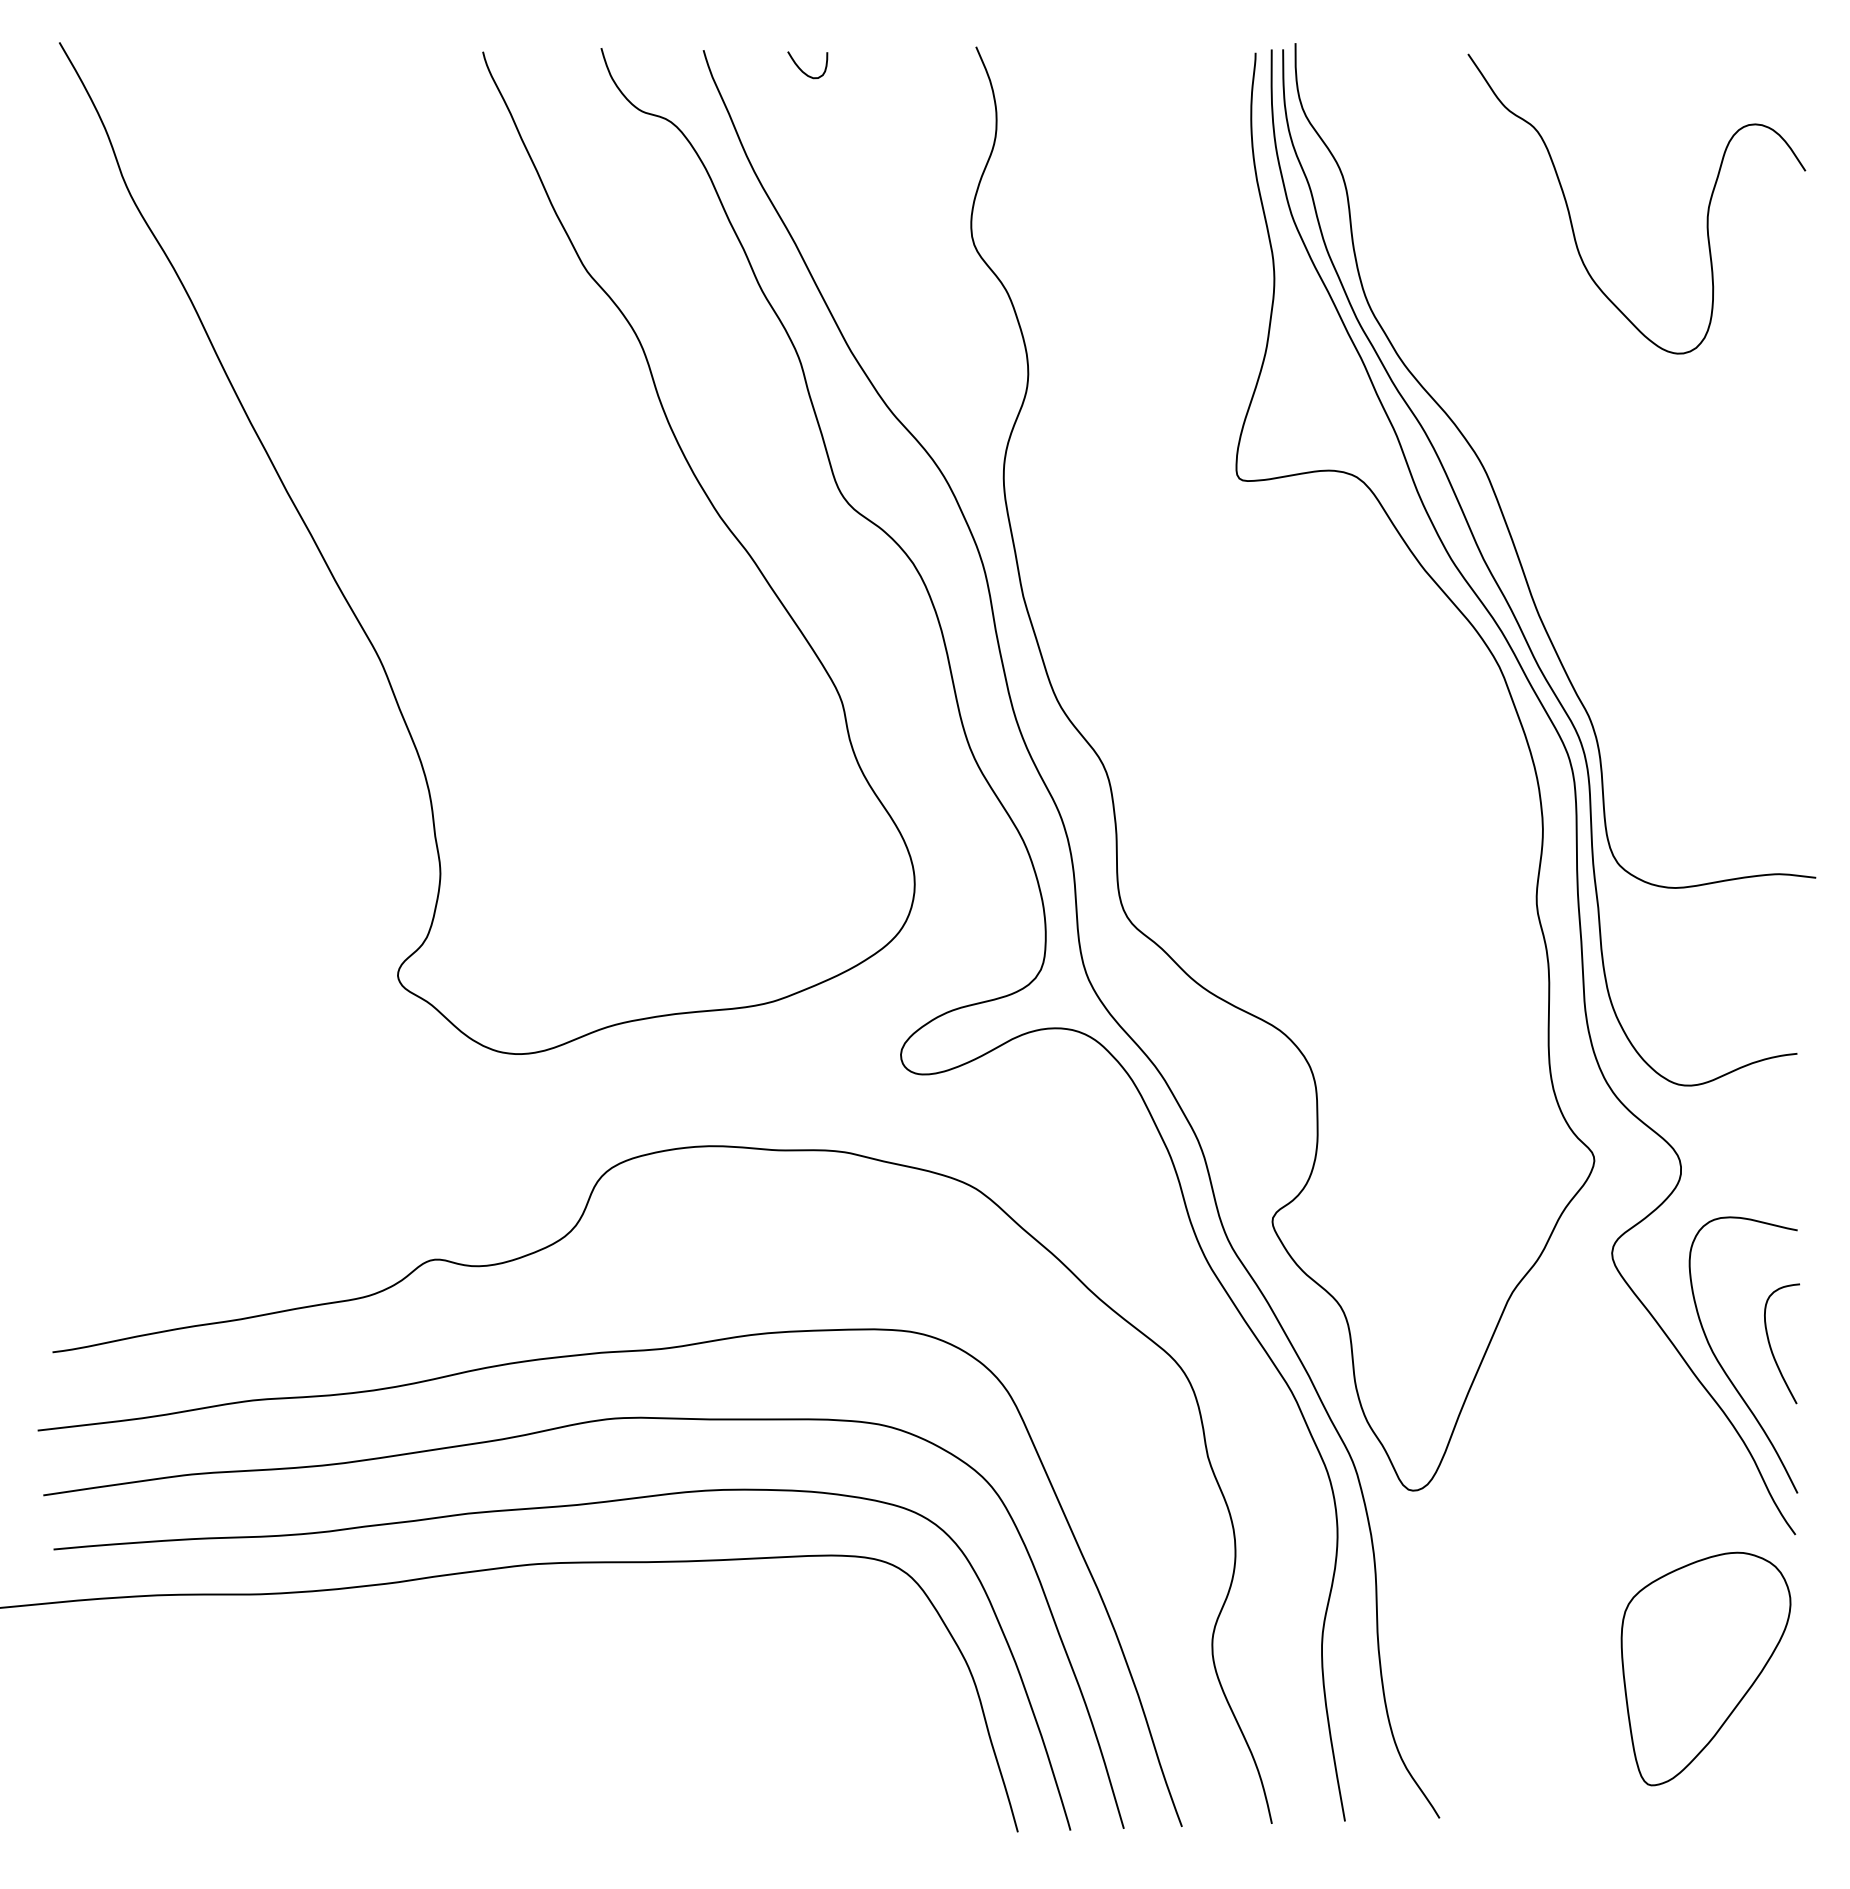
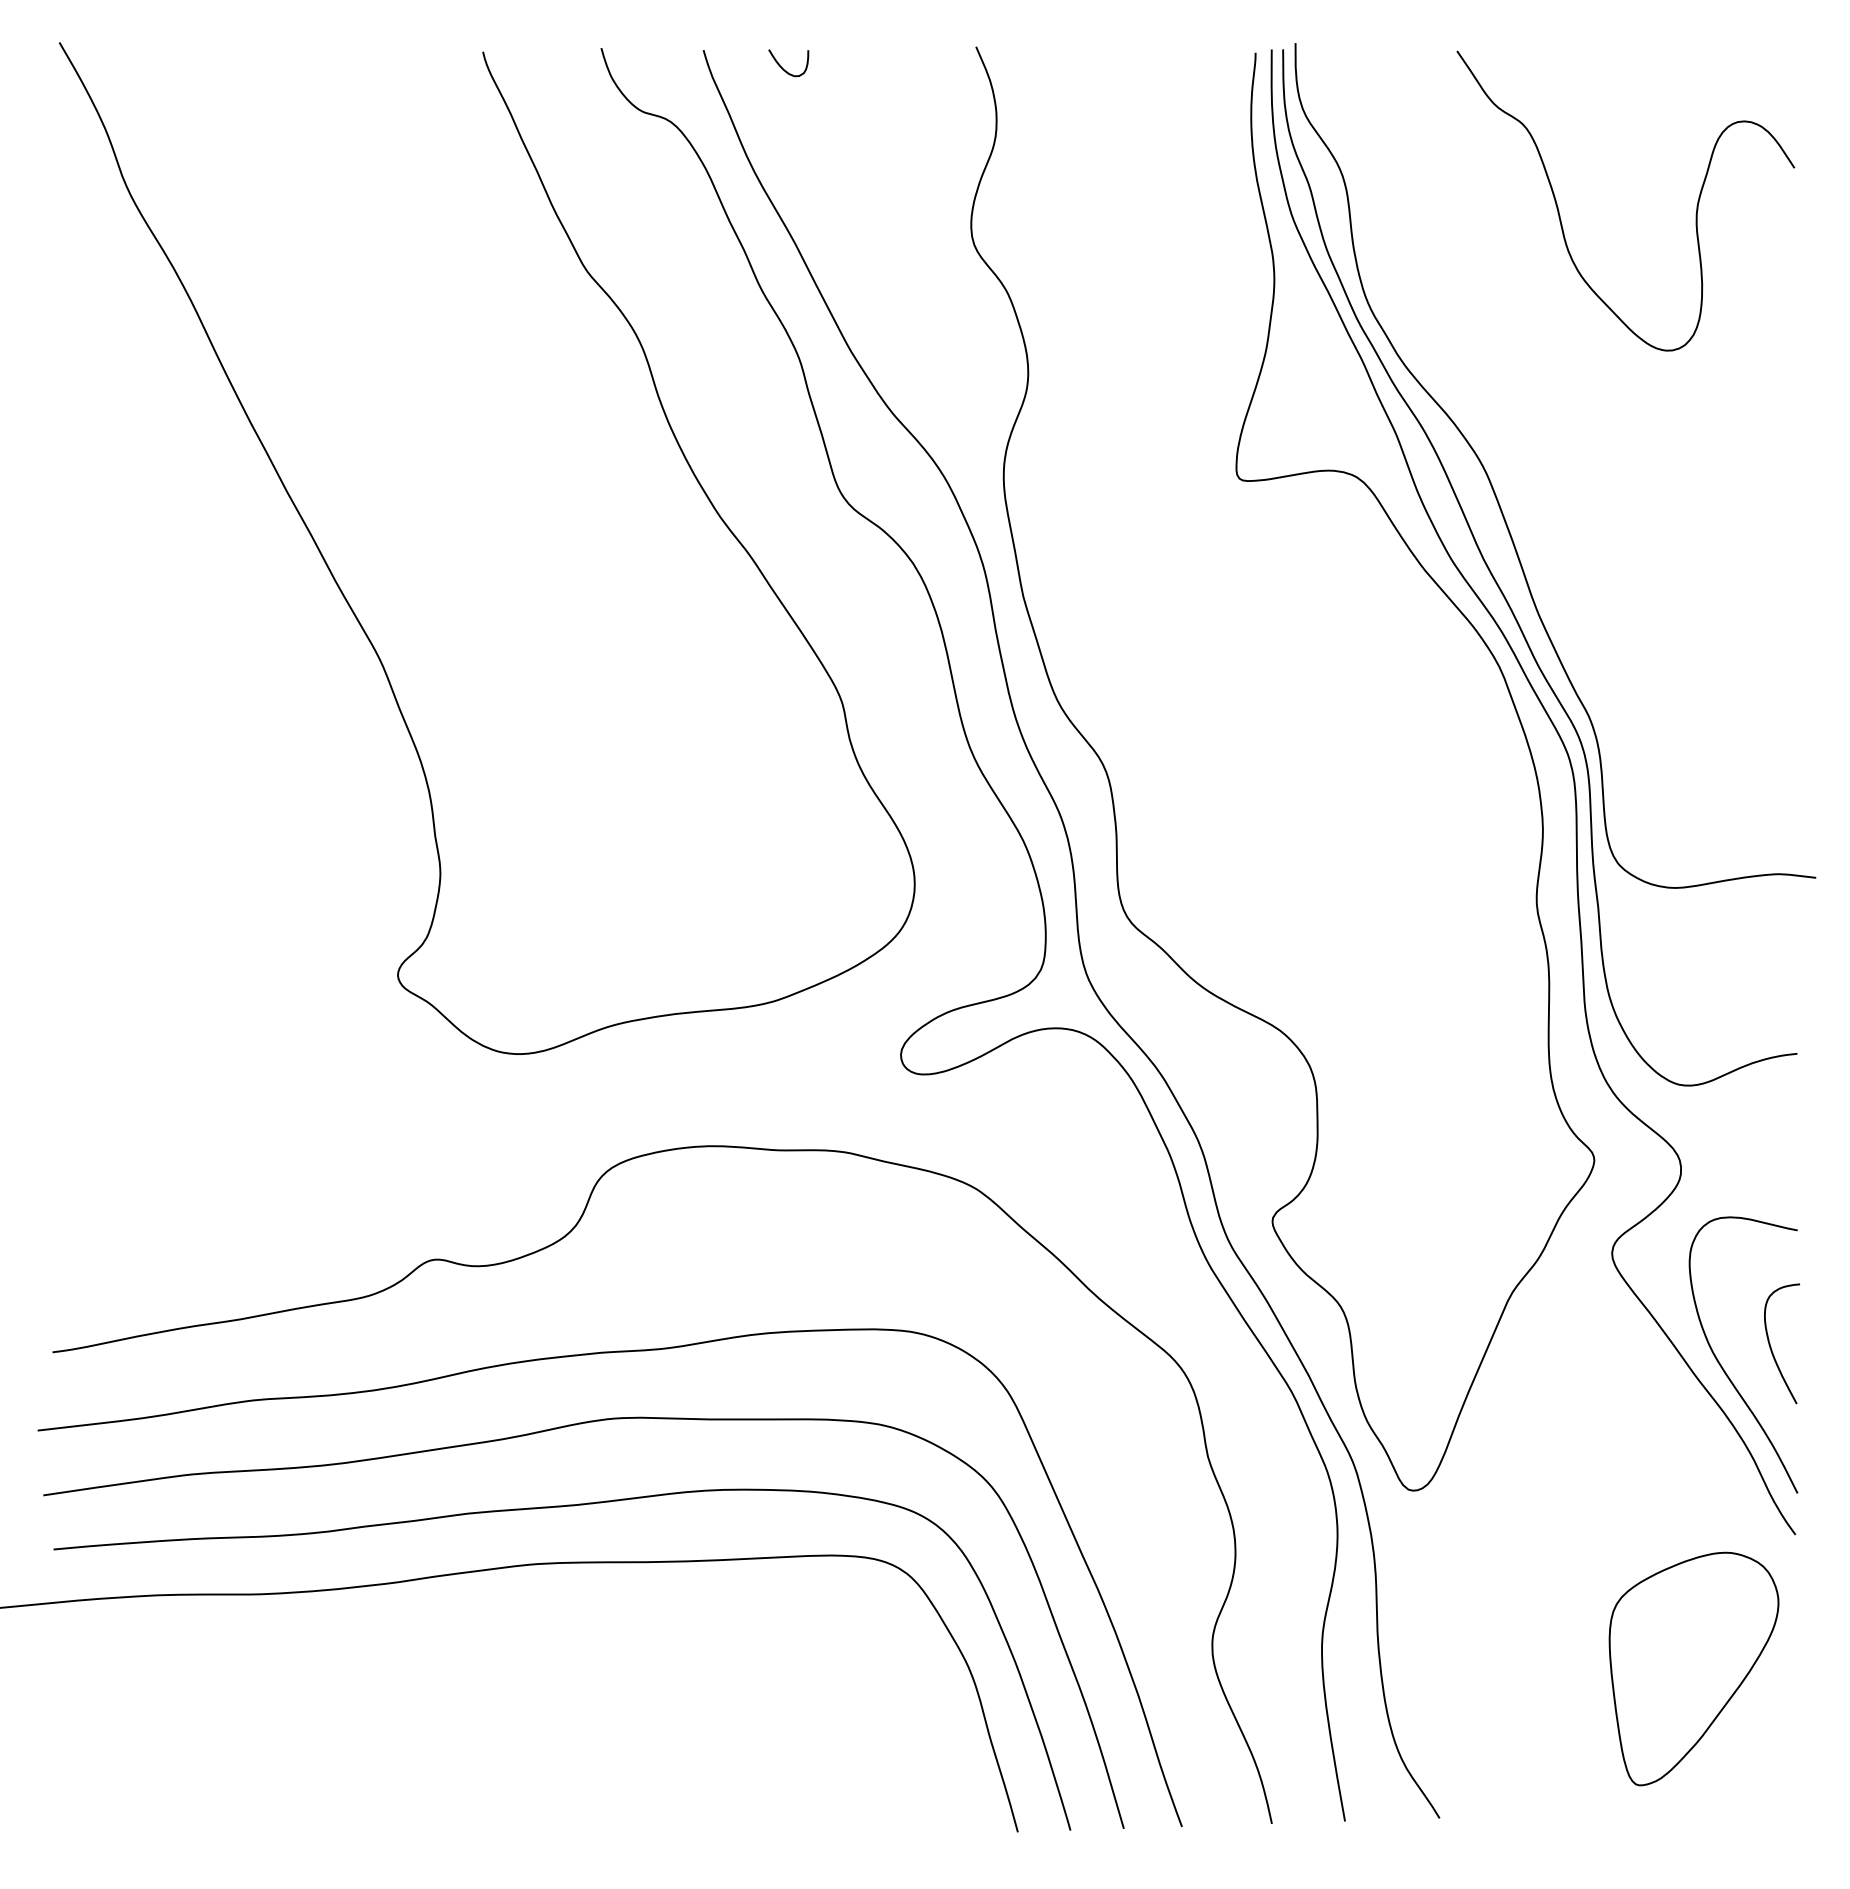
curve at (802, 70) position: (802, 70) -> (783, 68)
curve at (1571, 218) position: (1571, 218) -> (1560, 215)
part at (1705, 1668) position: (1705, 1668) -> (1693, 1668)
